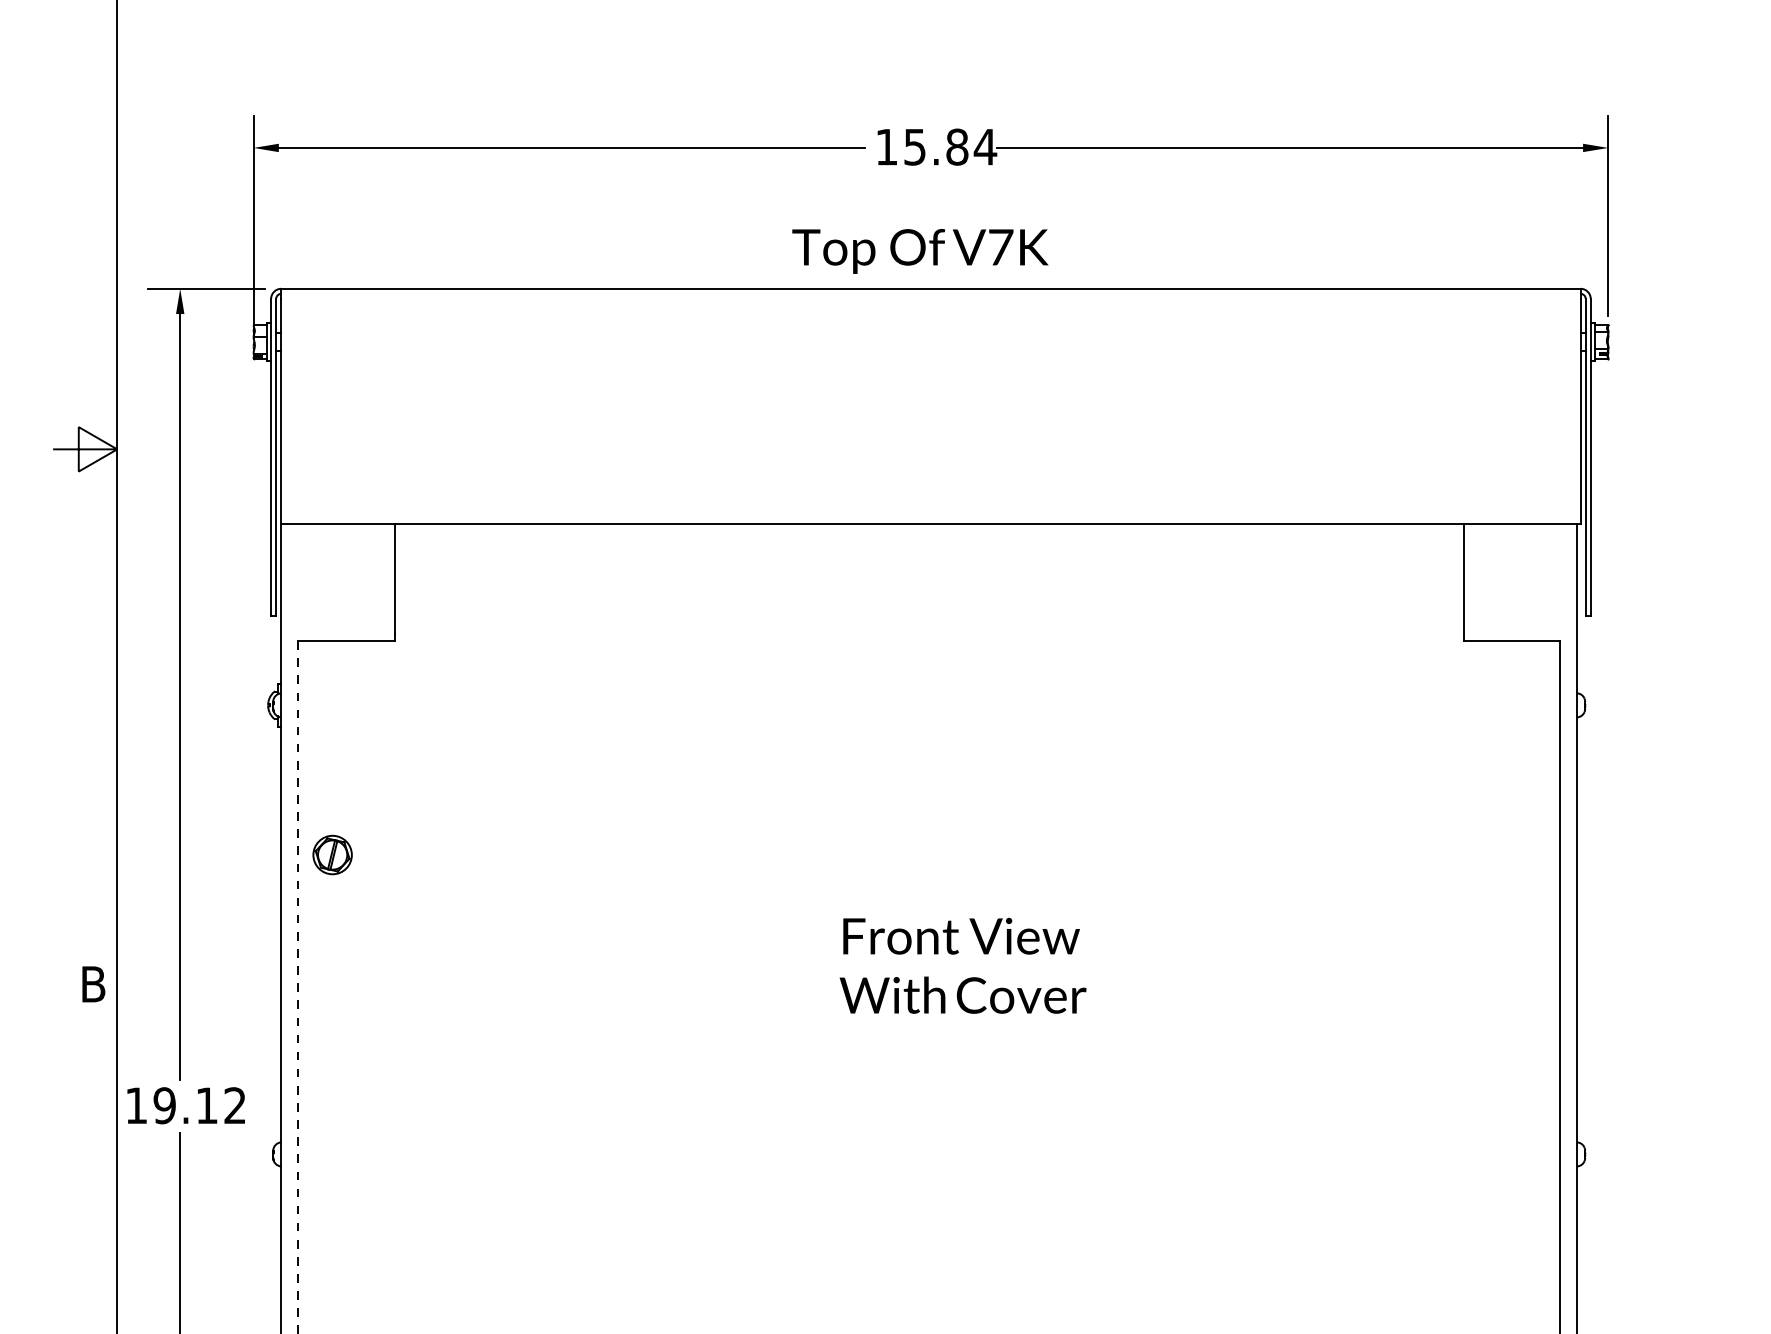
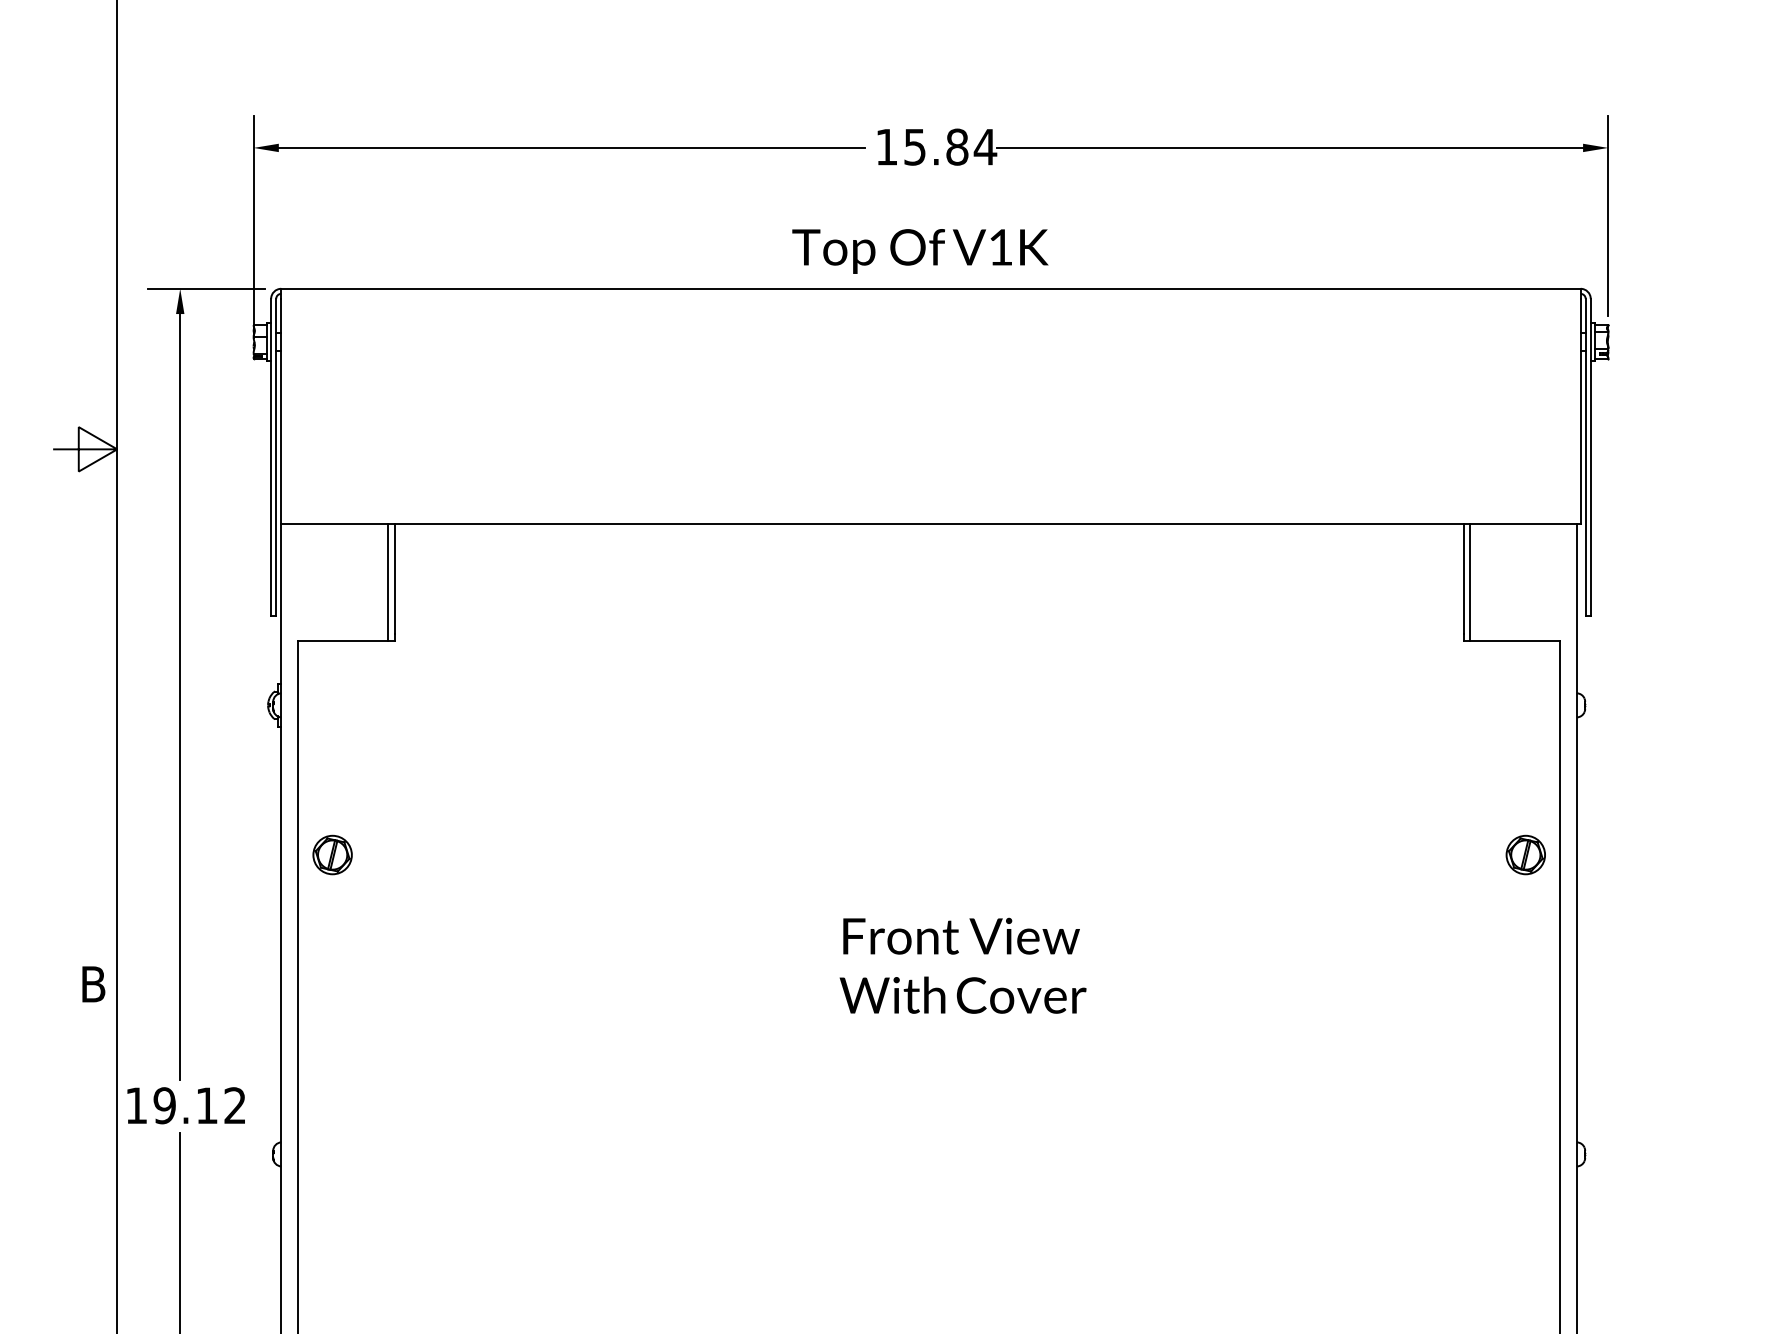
text at (1001, 247): V7K -> V1K
line at (388, 582): none -> present
line at (1470, 582): none -> present
part at (1525, 854): none -> present
line at (298, 988): dashed -> solid
